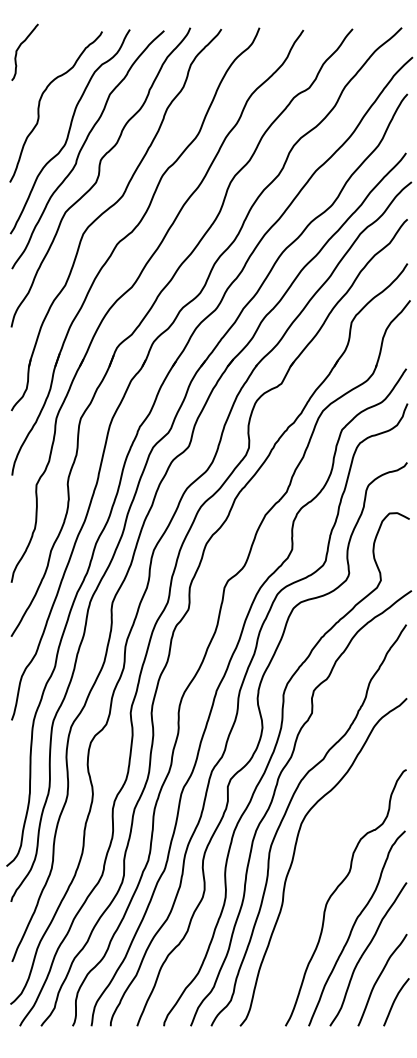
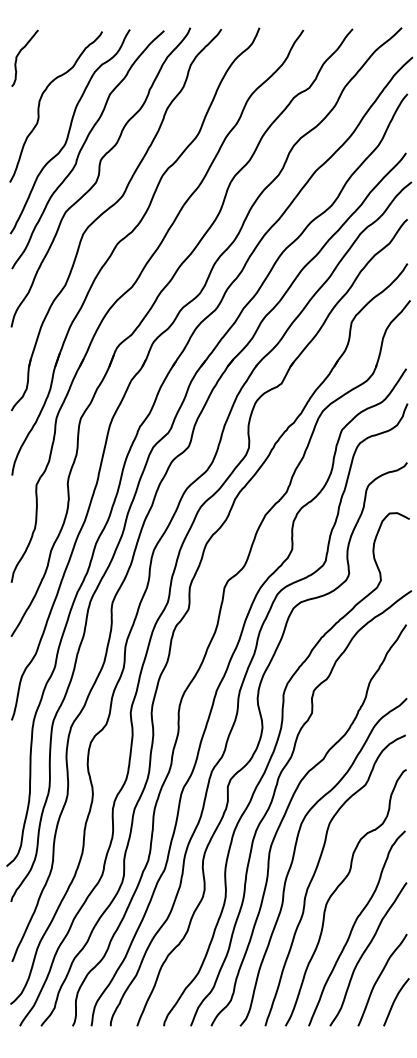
curve at (19, 48) position: (19, 48) -> (19, 54)
curve at (315, 874): none -> present
